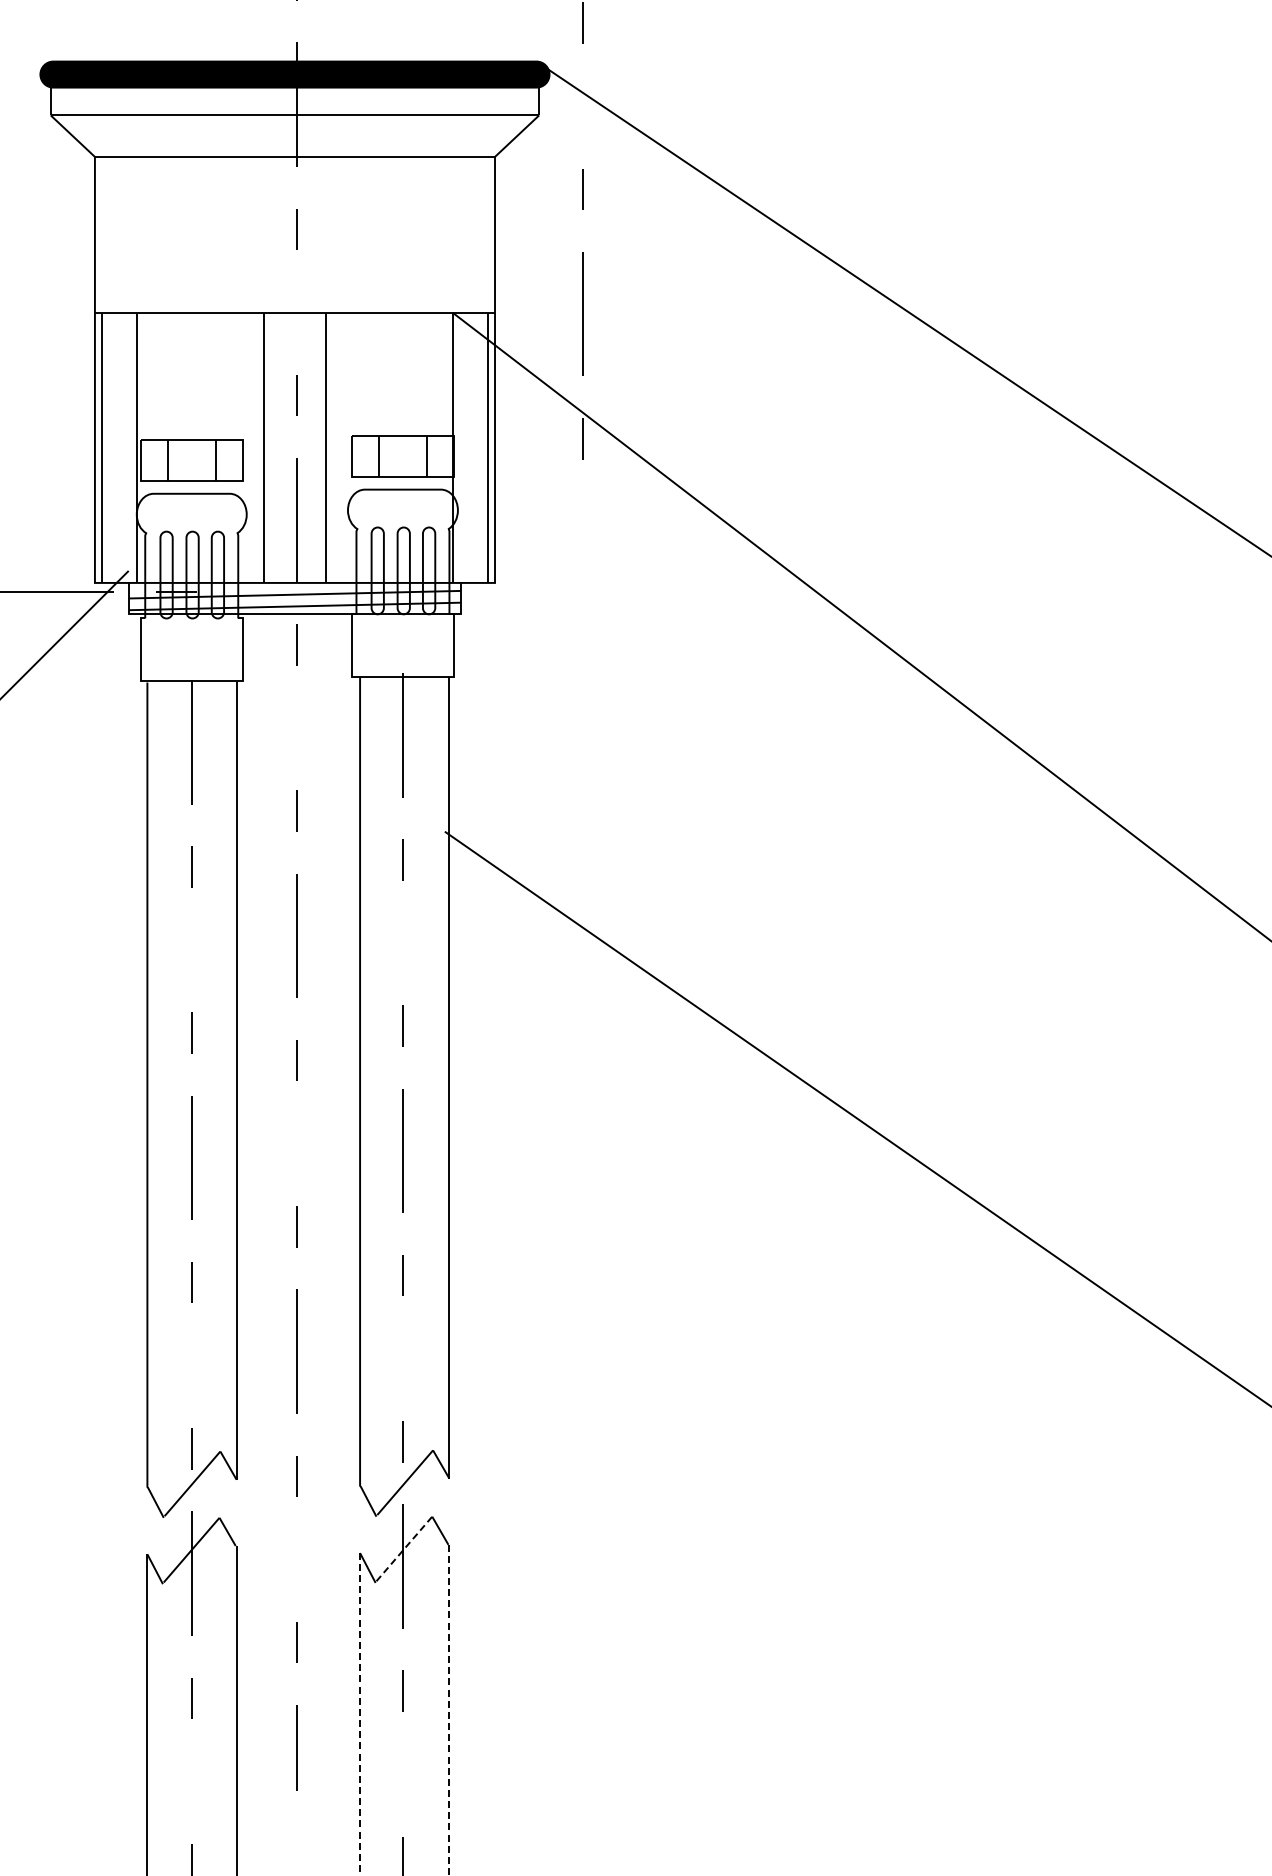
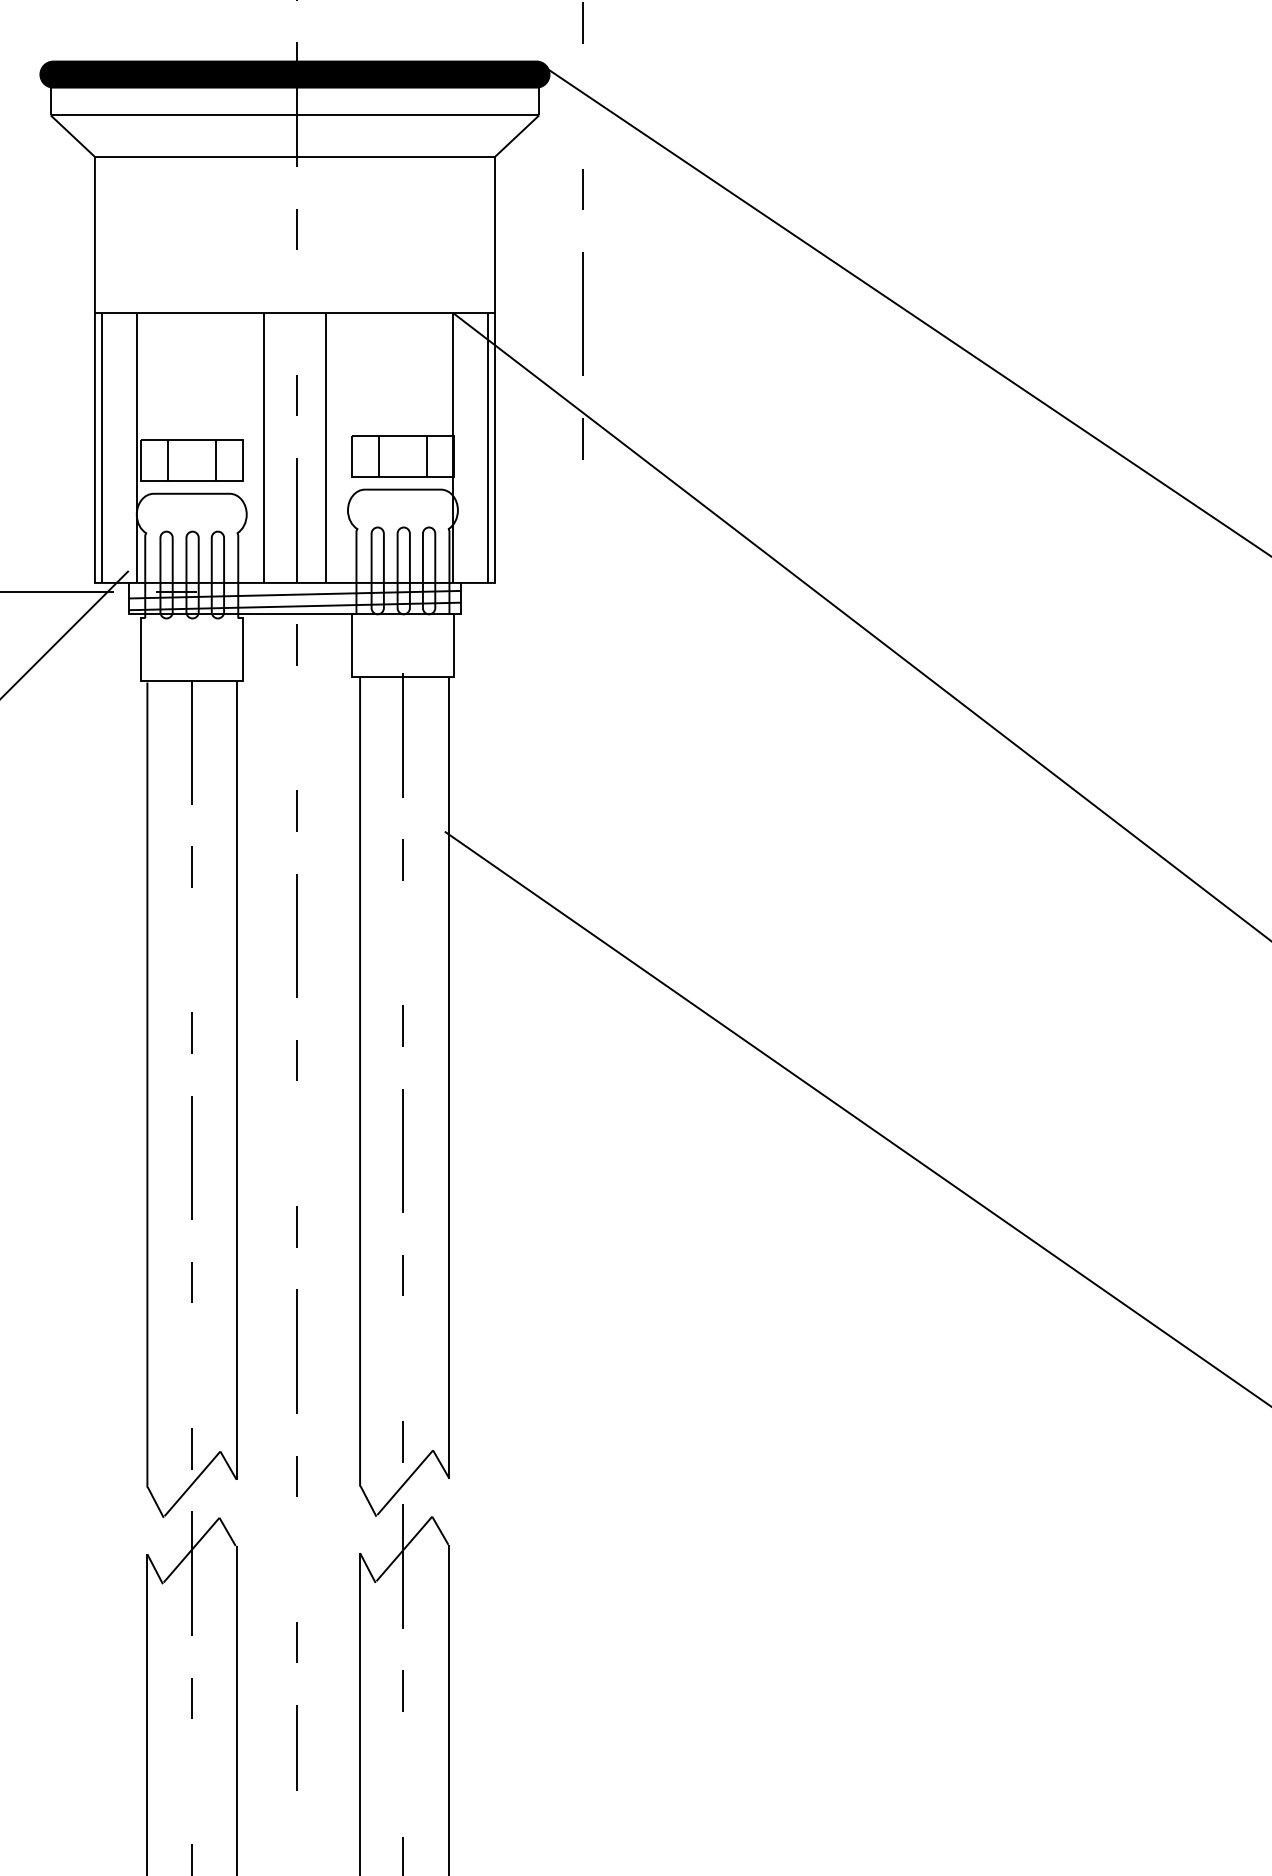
line at (404, 1548): dashed -> solid
line at (449, 1872): dashed -> solid
